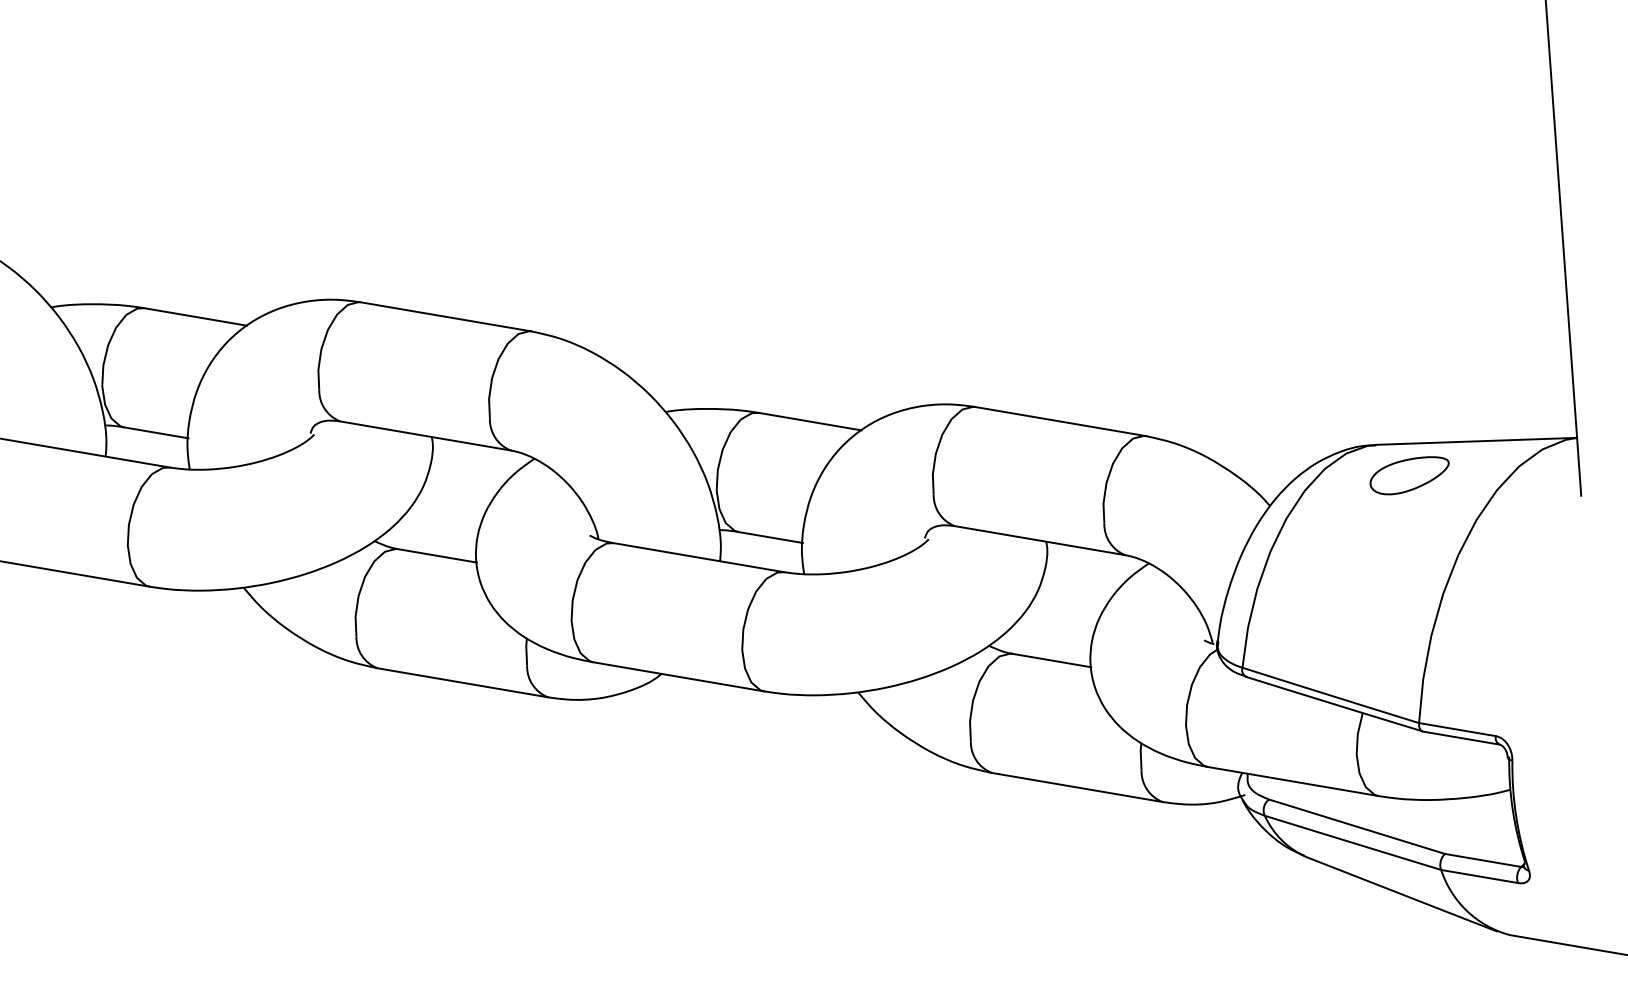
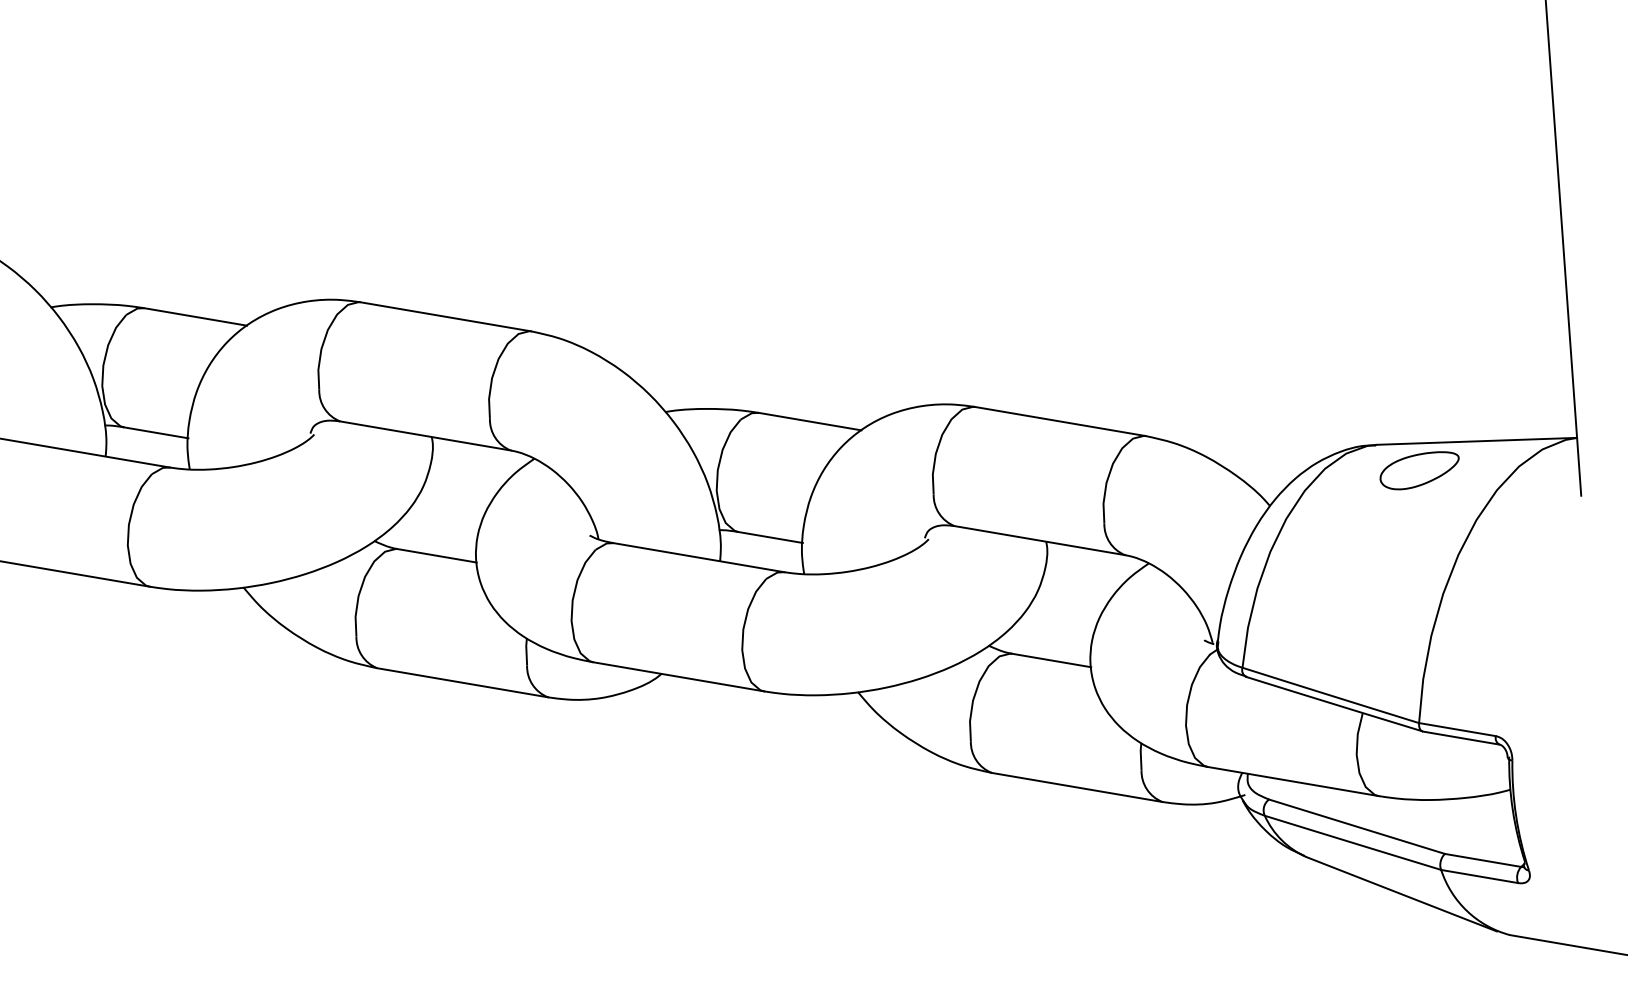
part at (1409, 475) position: (1409, 475) -> (1419, 470)
